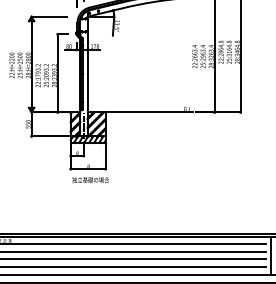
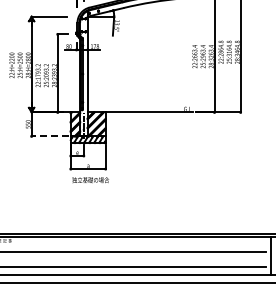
line at (50, 136): solid -> dashed
line at (133, 244): present -> none
line at (133, 259): present -> none
